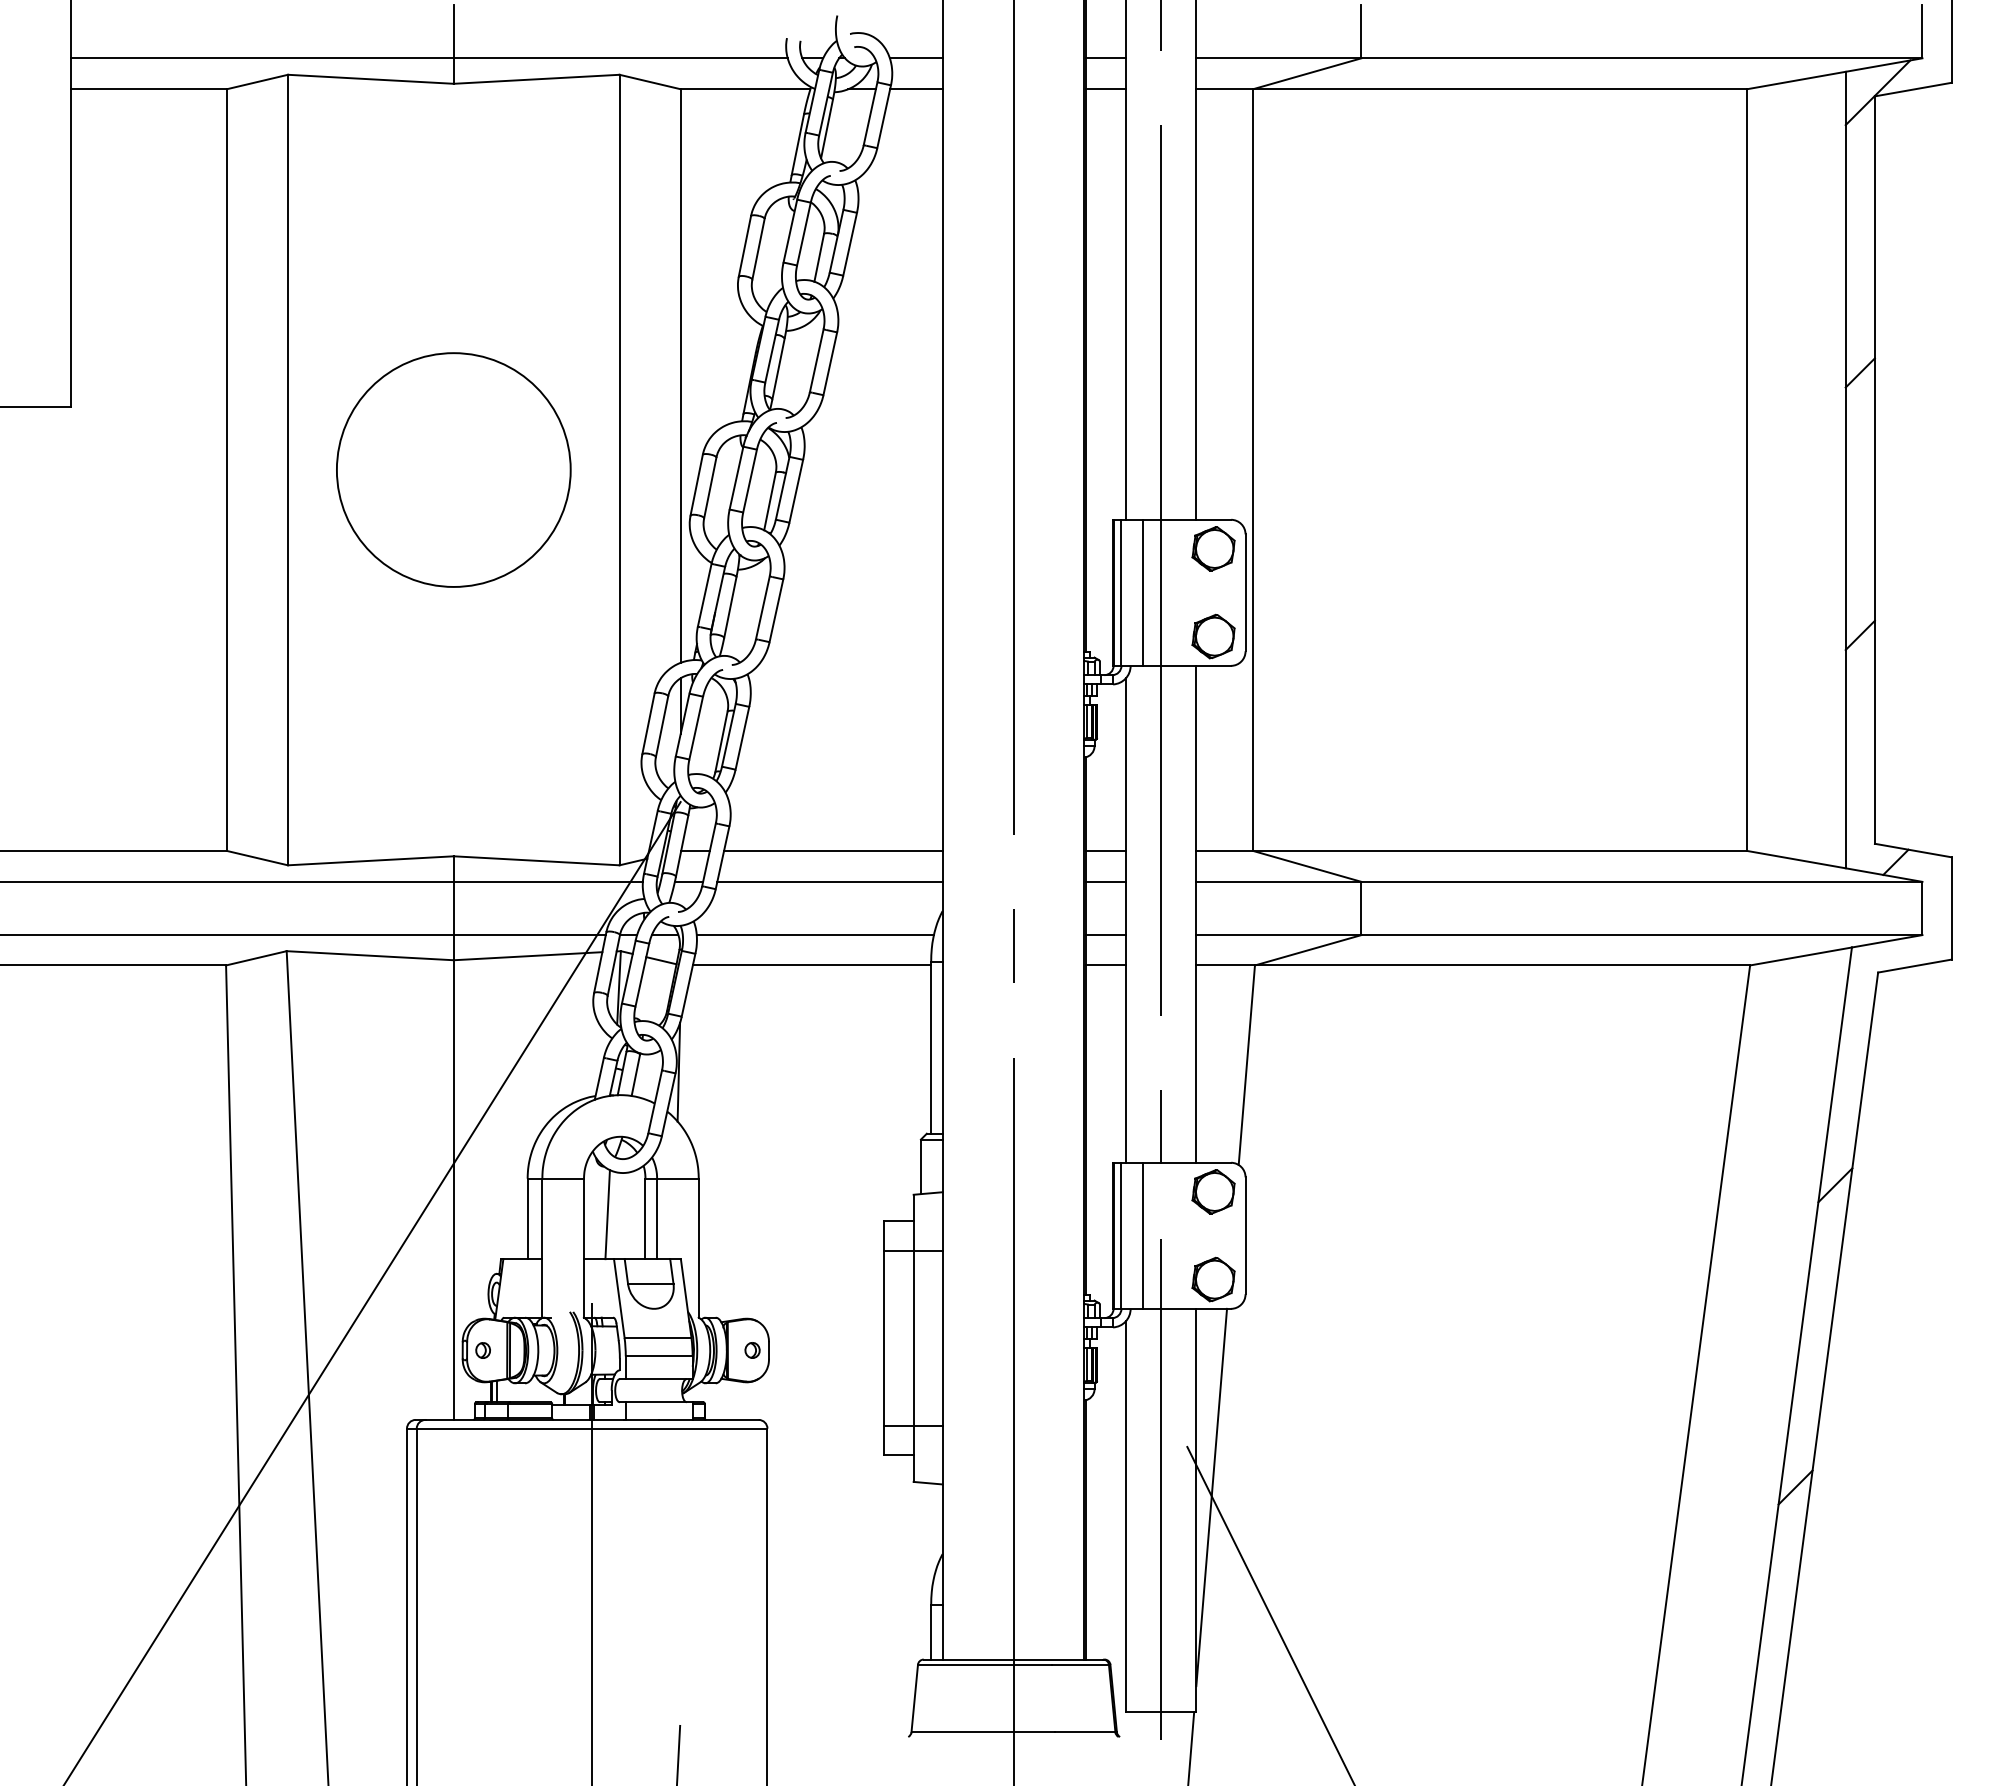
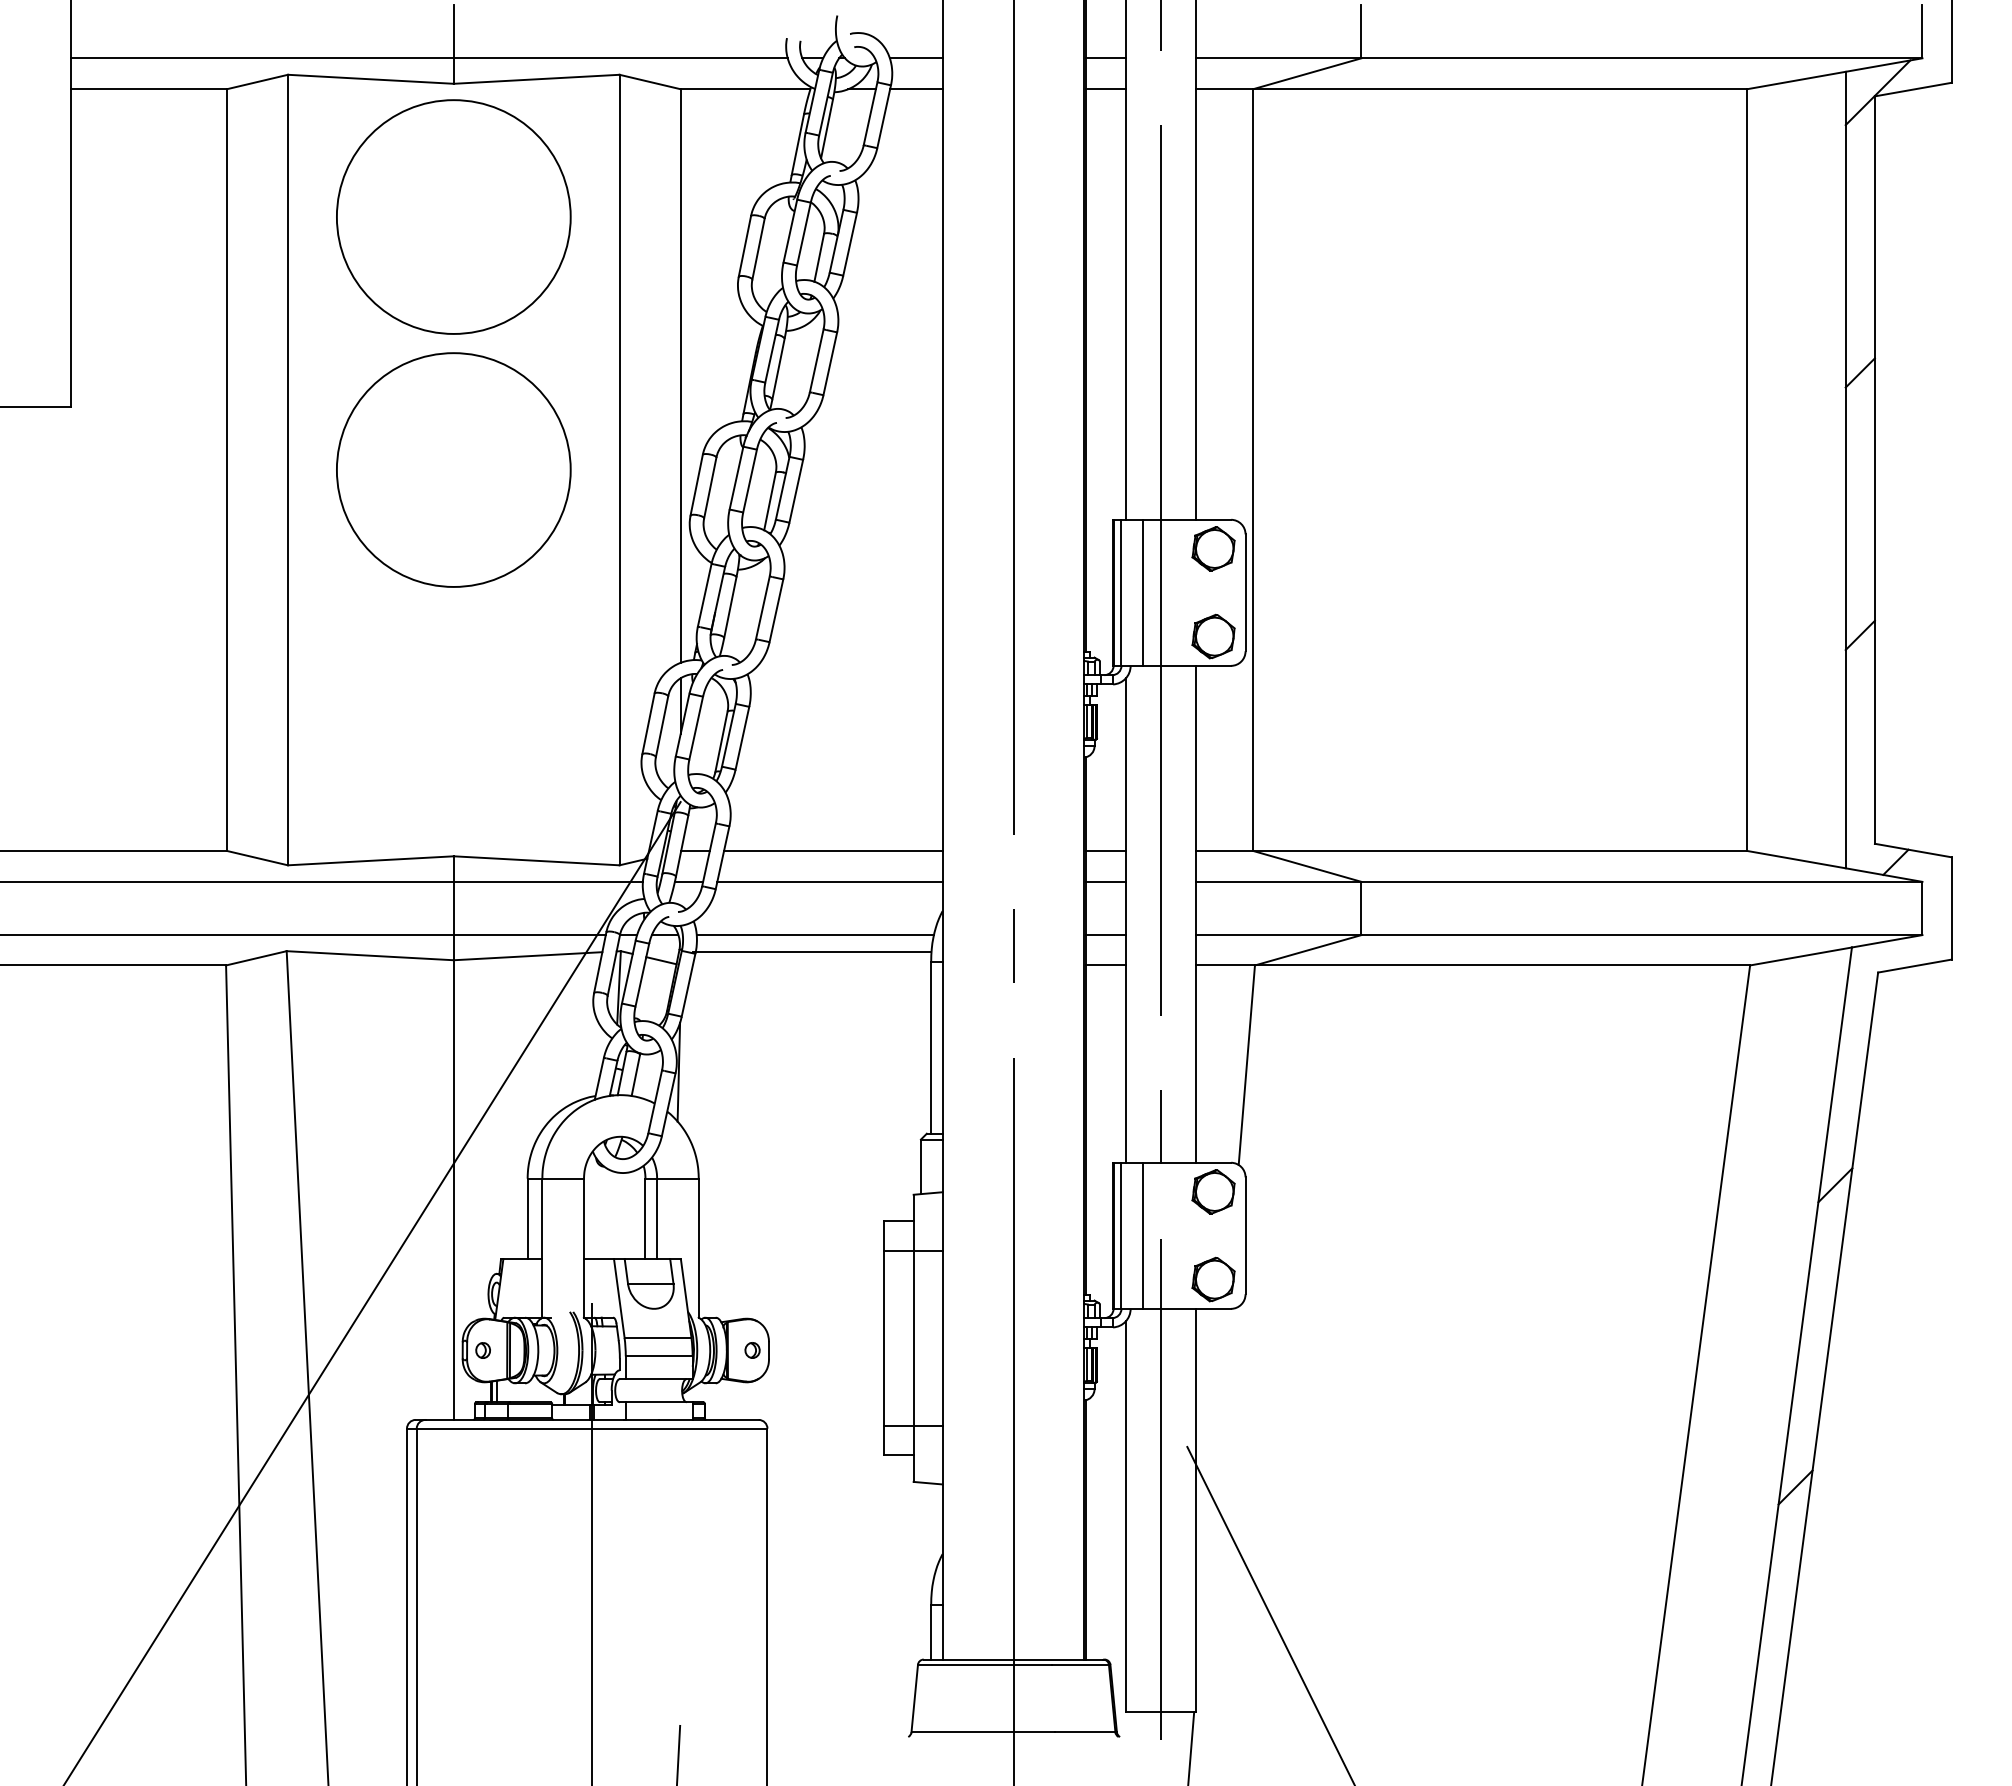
circle at (453, 216): none -> present
line at (811, 965) position: (811, 965) -> (811, 952)
line at (607, 1214): present -> none
line at (1211, 1497): present -> none
